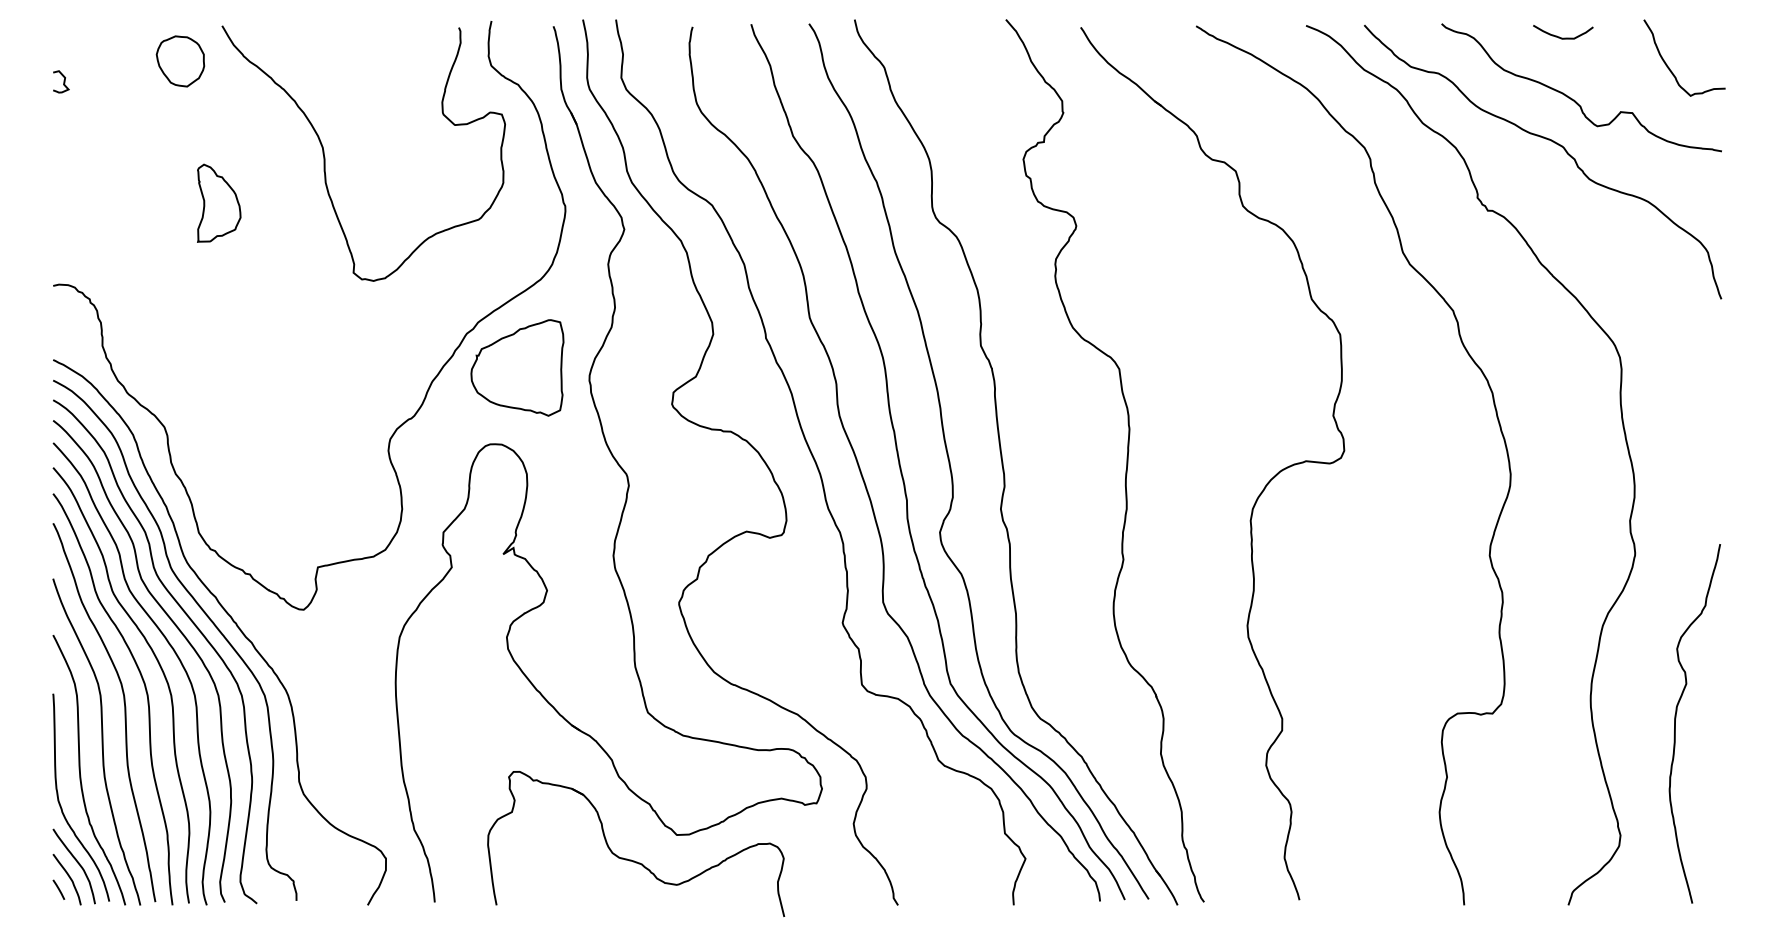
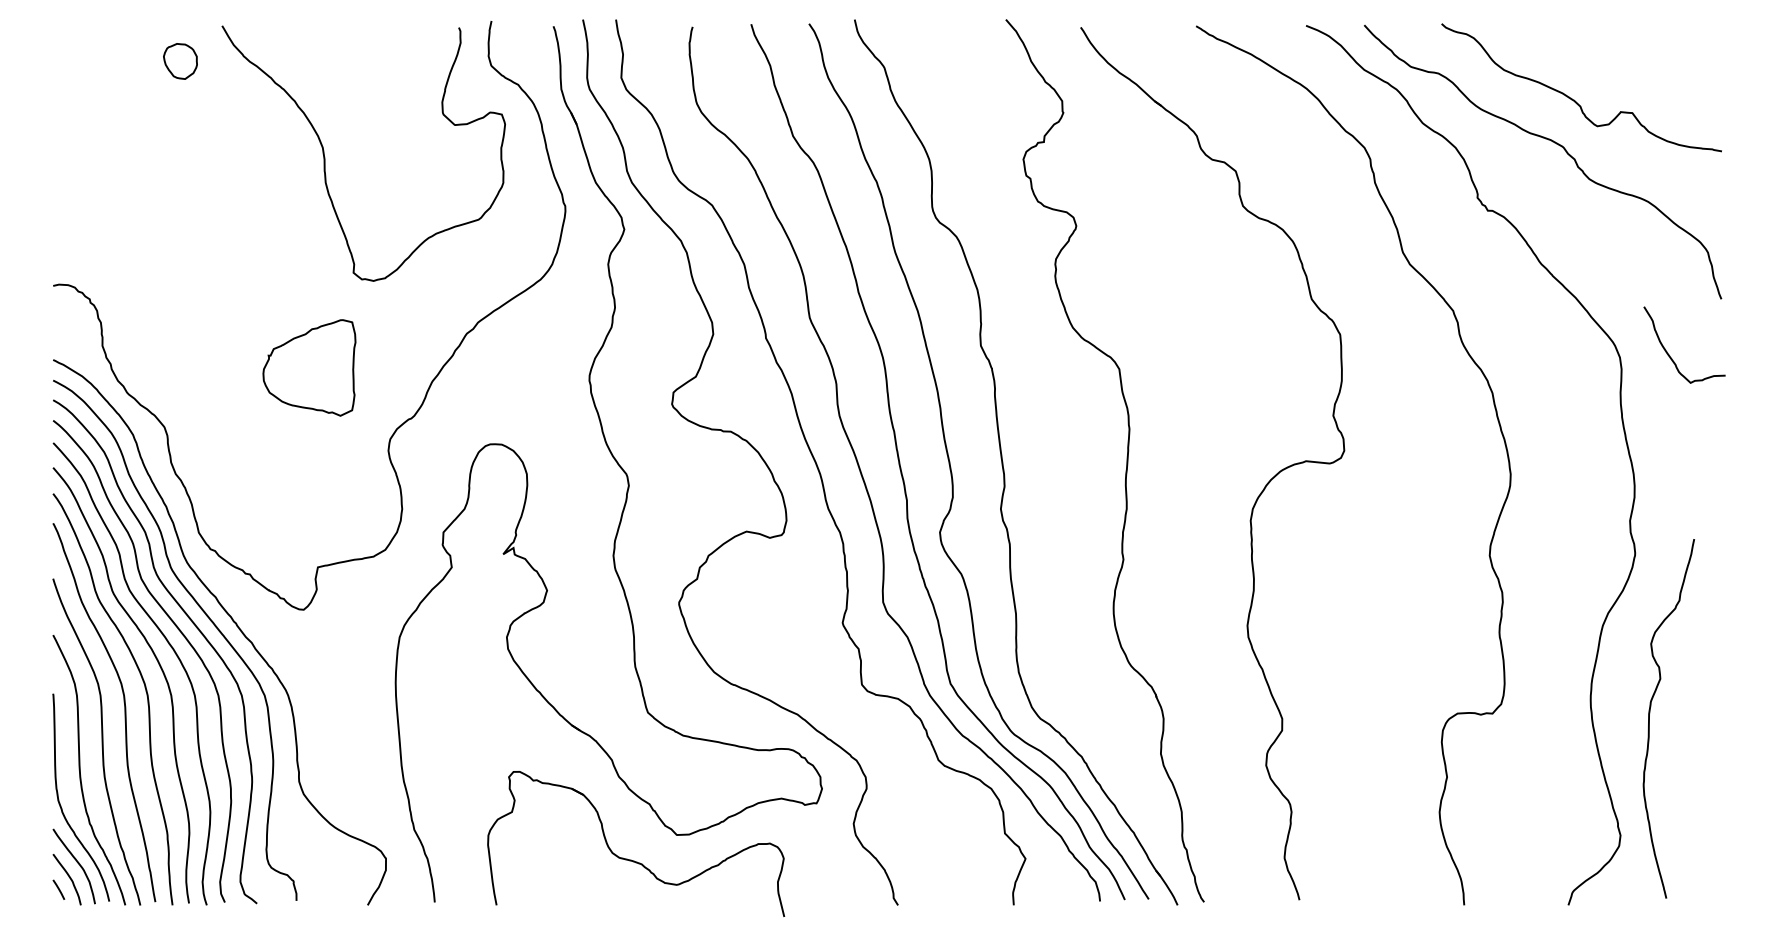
curve at (1563, 37): present -> none
part at (180, 61) size: 51x53 px -> 35x37 px
curve at (1670, 68) position: (1670, 68) -> (1670, 355)
curve at (63, 81): present -> none
part at (219, 202): present -> none
part at (517, 367) position: (517, 367) -> (309, 367)
curve at (1676, 718) position: (1676, 718) -> (1650, 713)
